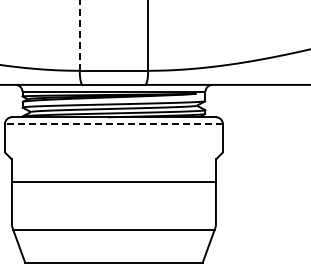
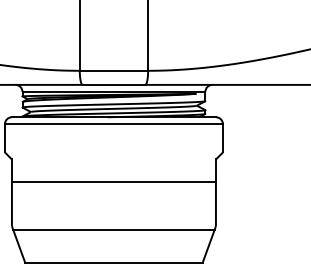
line at (79, 34): dashed -> solid
line at (113, 124): dashed -> solid
